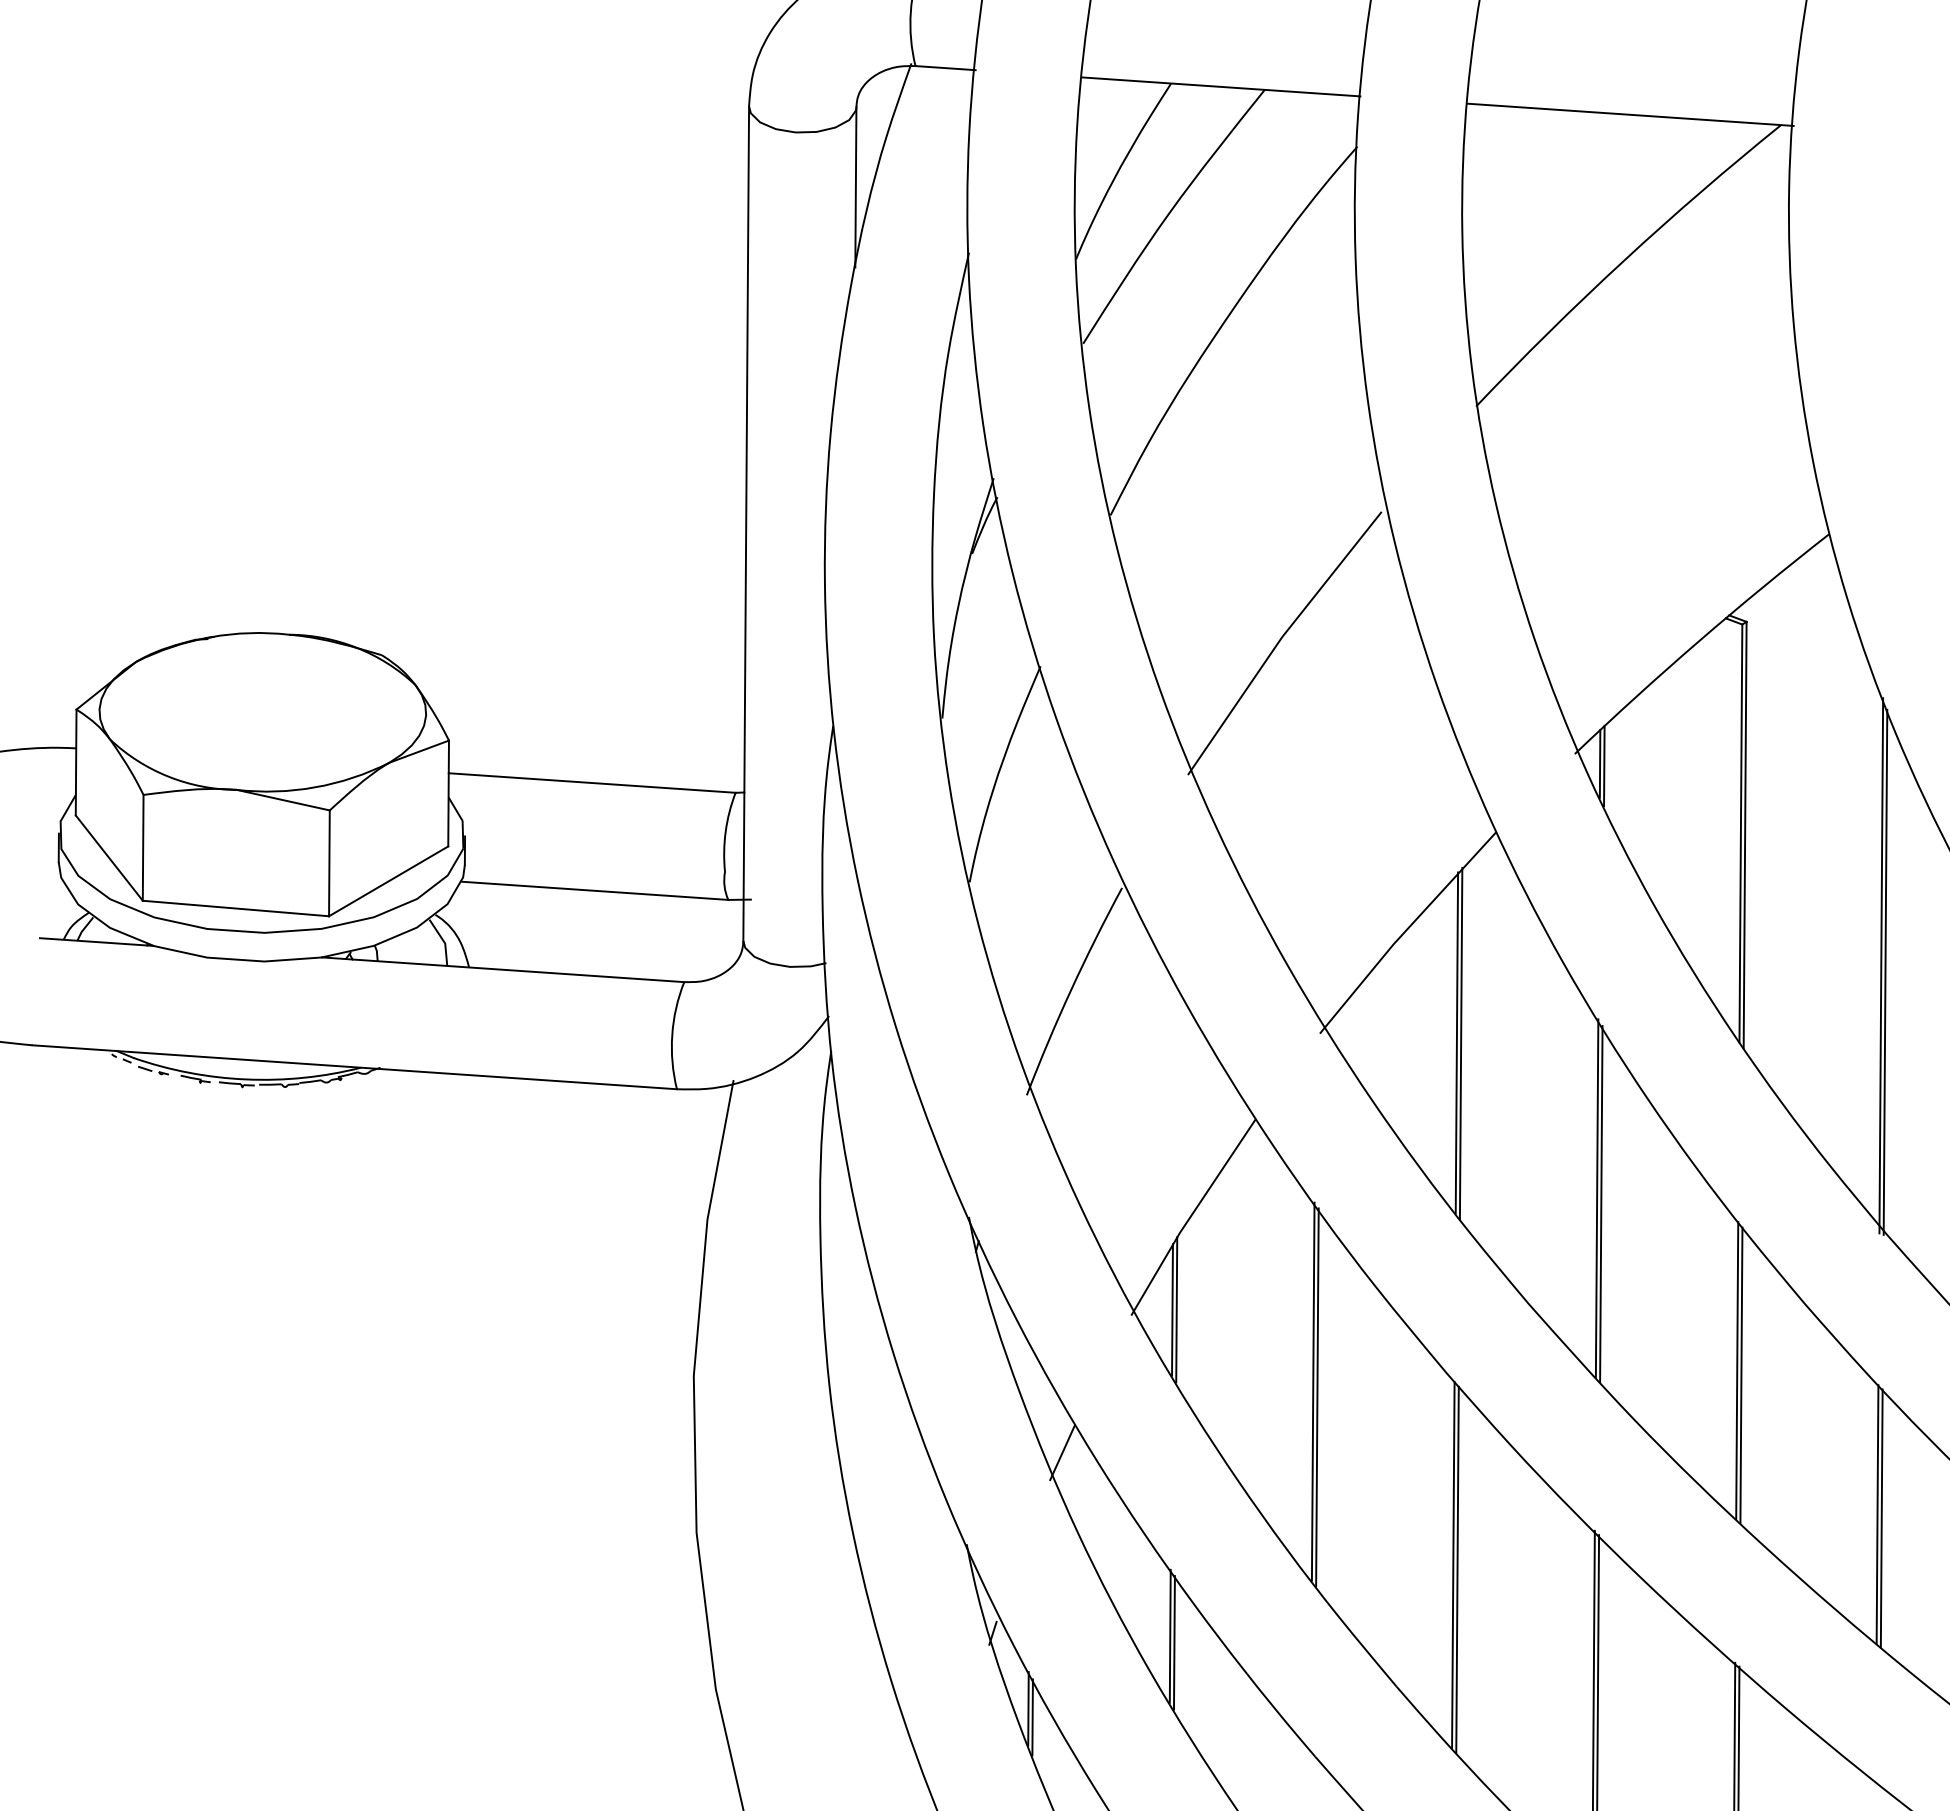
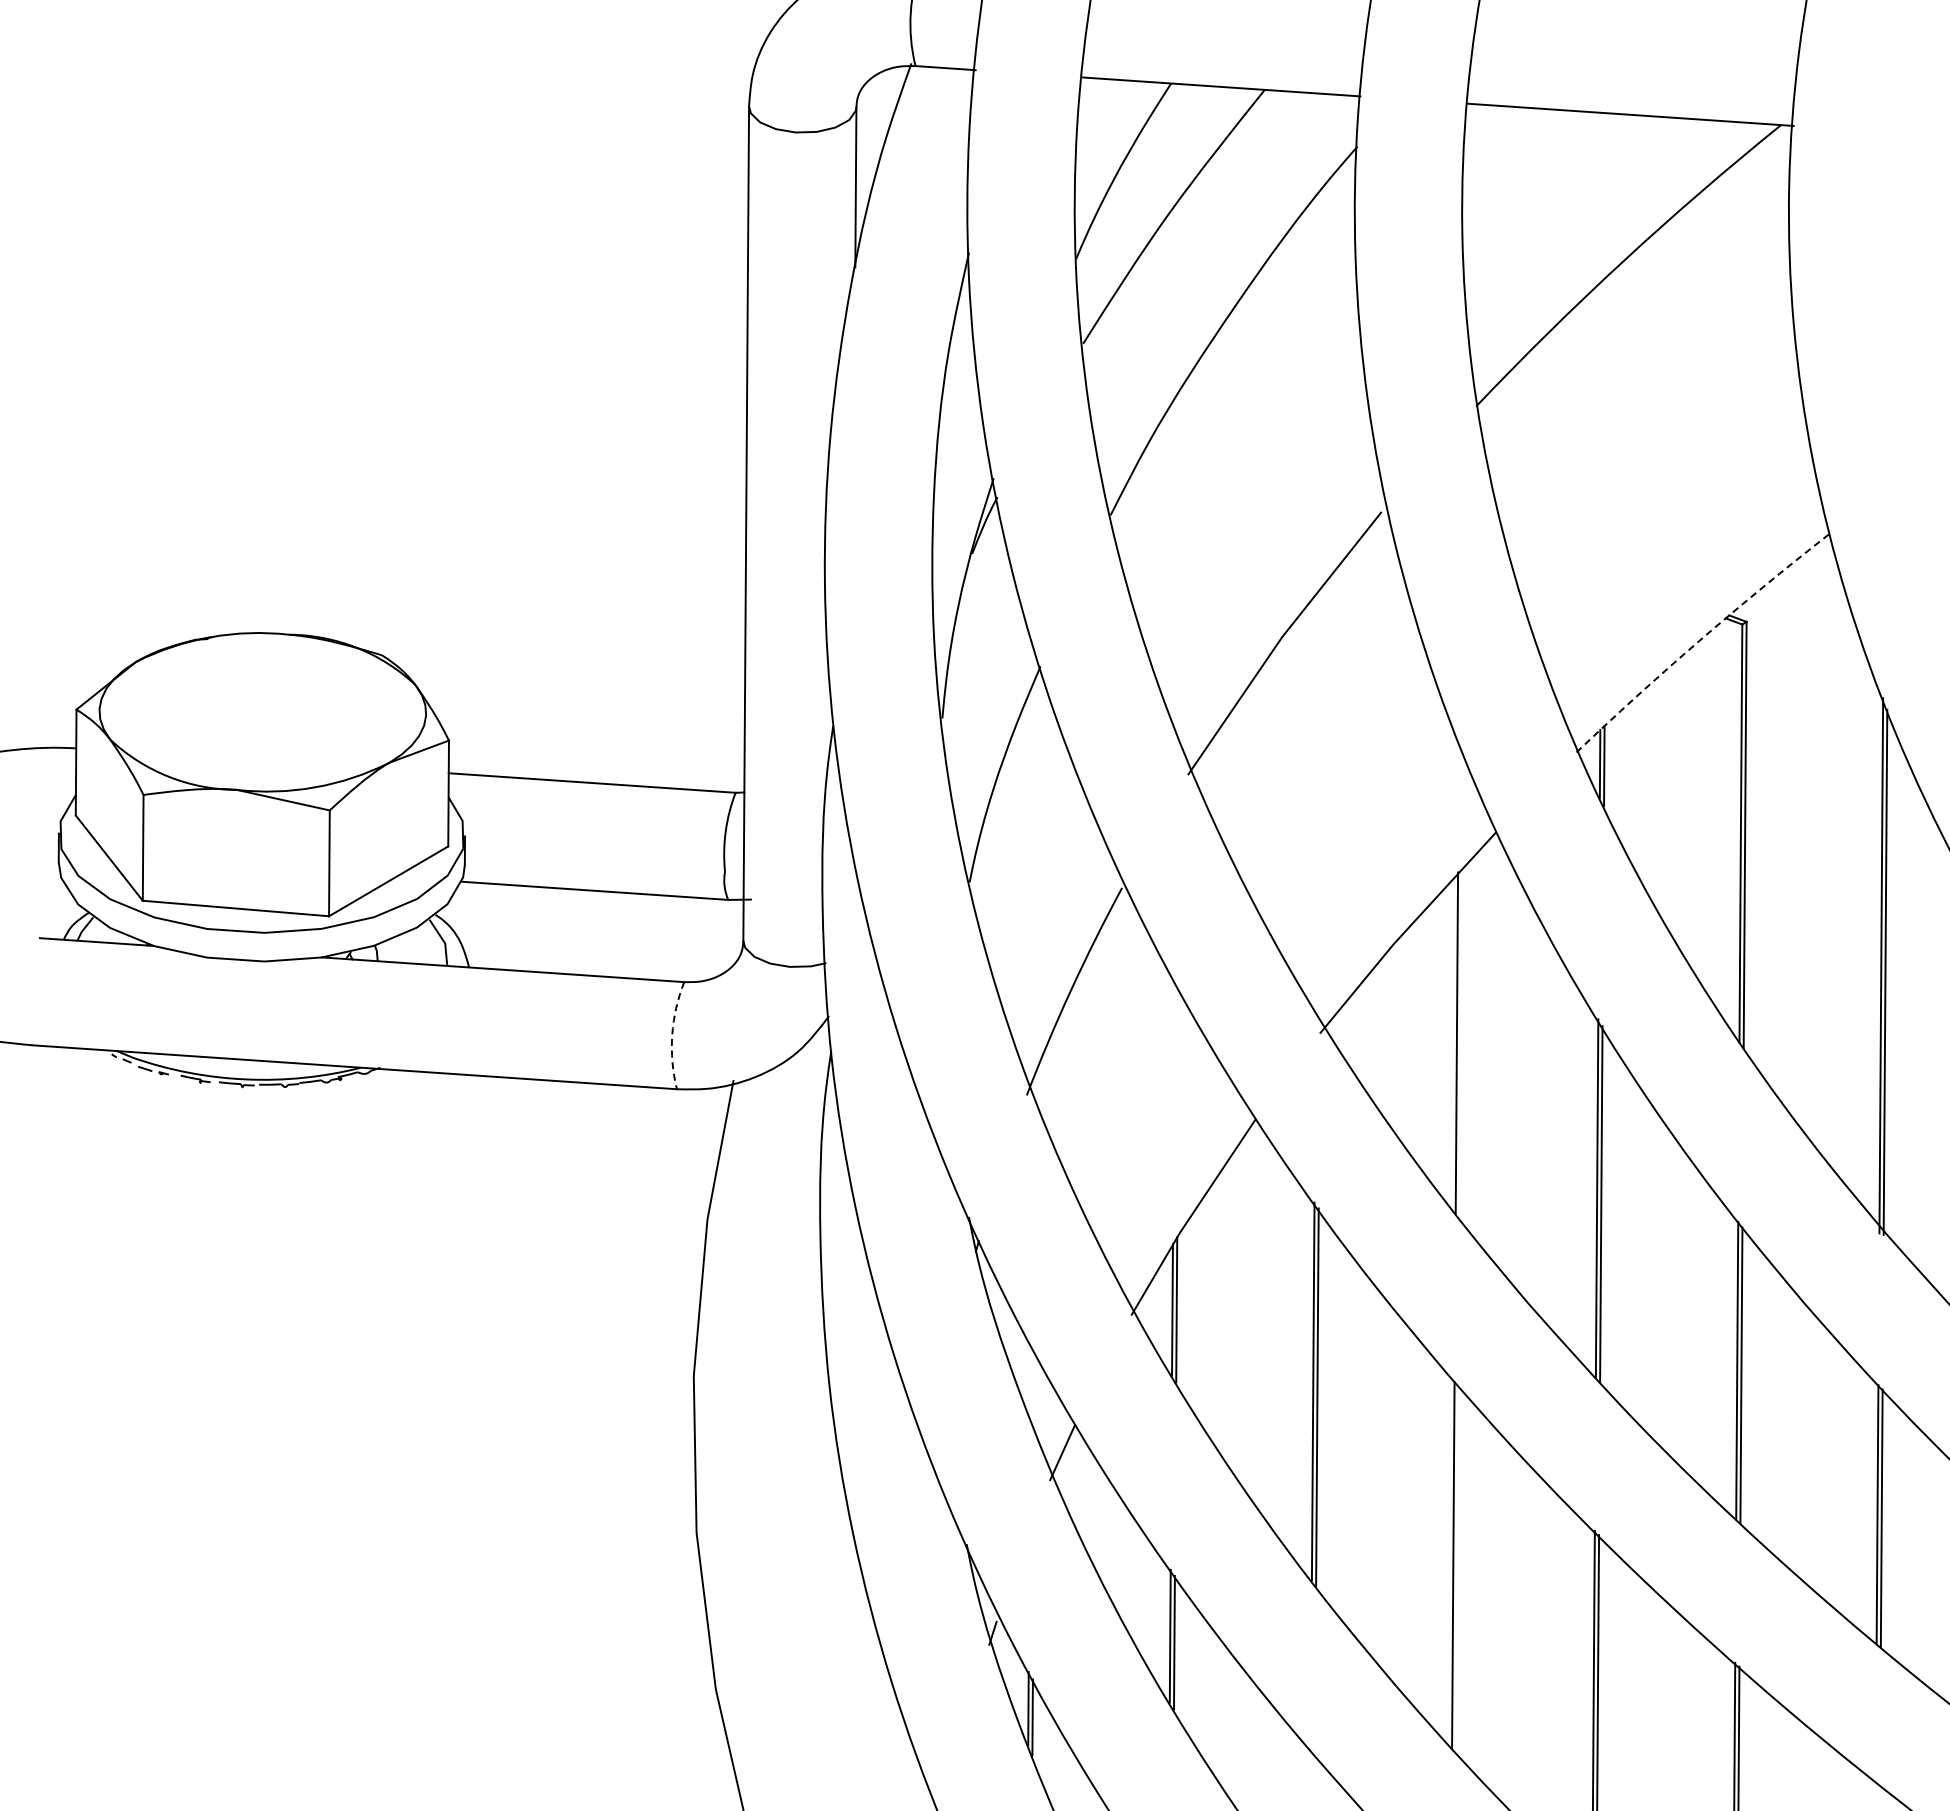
arc at (1699, 641): solid -> dashed
arc at (672, 1035): solid -> dashed
line at (1460, 1043): present -> none
line at (1457, 1569): present -> none
